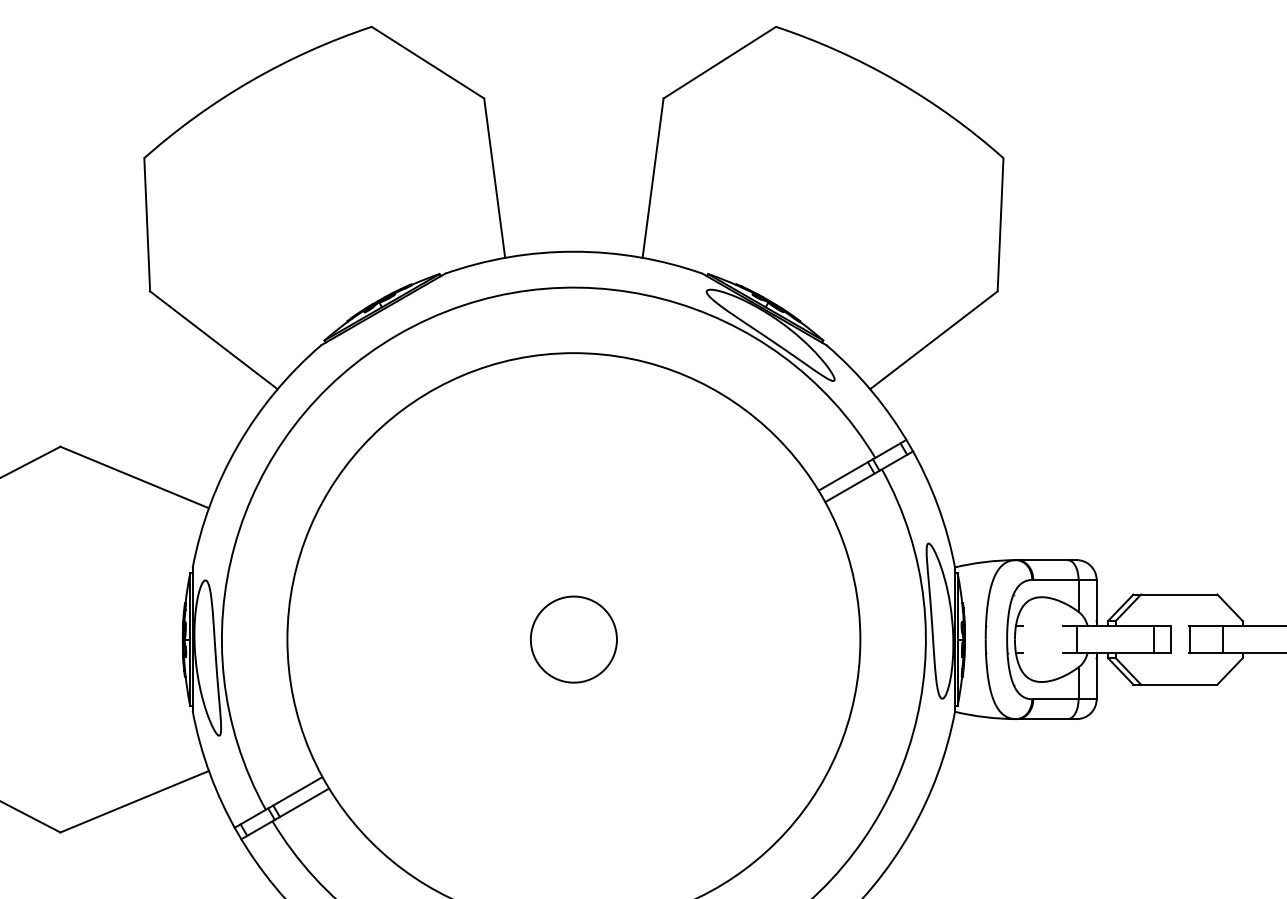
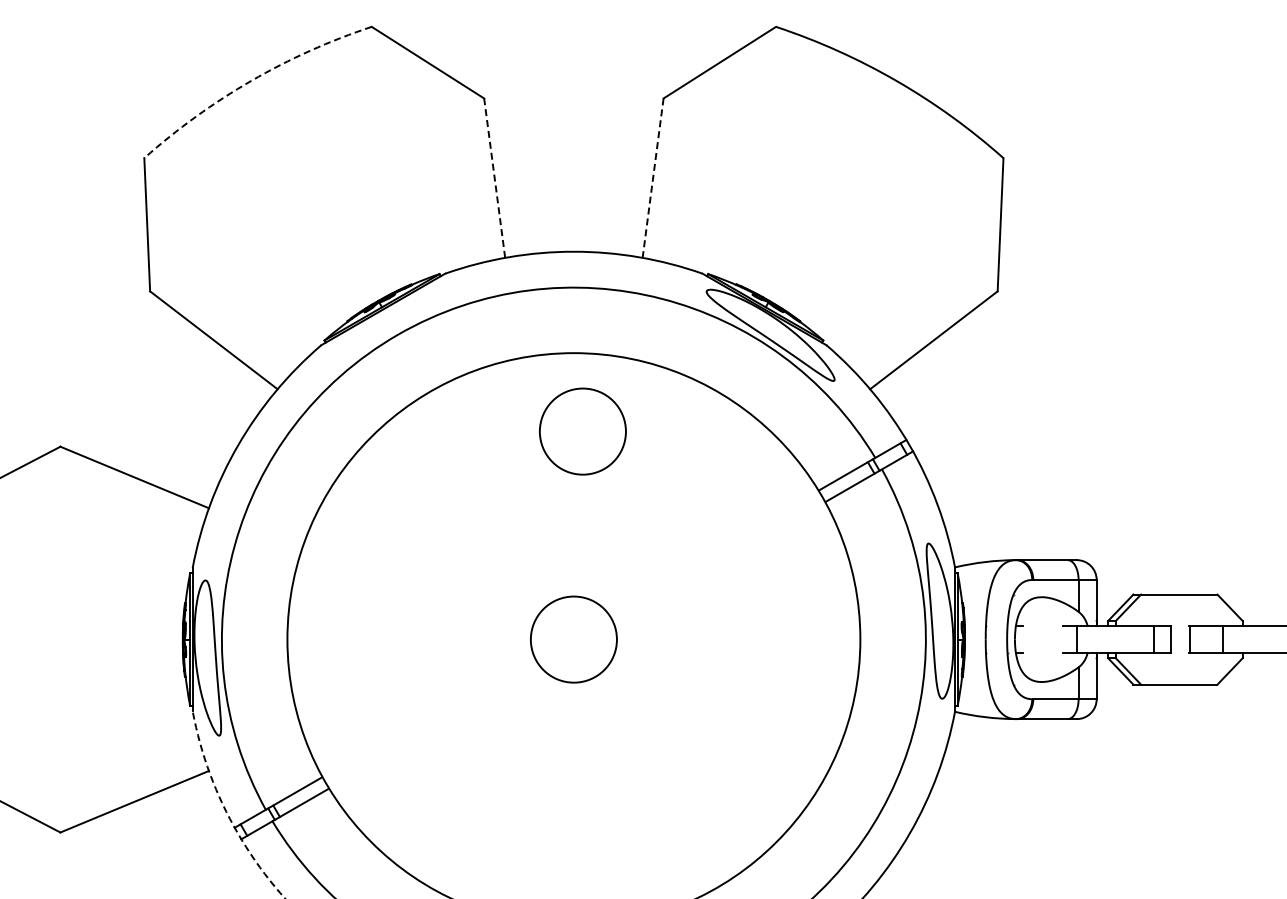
arc at (251, 80): solid -> dashed
line at (494, 177): solid -> dashed
line at (653, 178): solid -> dashed
circle at (582, 431): none -> present
arc at (226, 811): solid -> dashed
